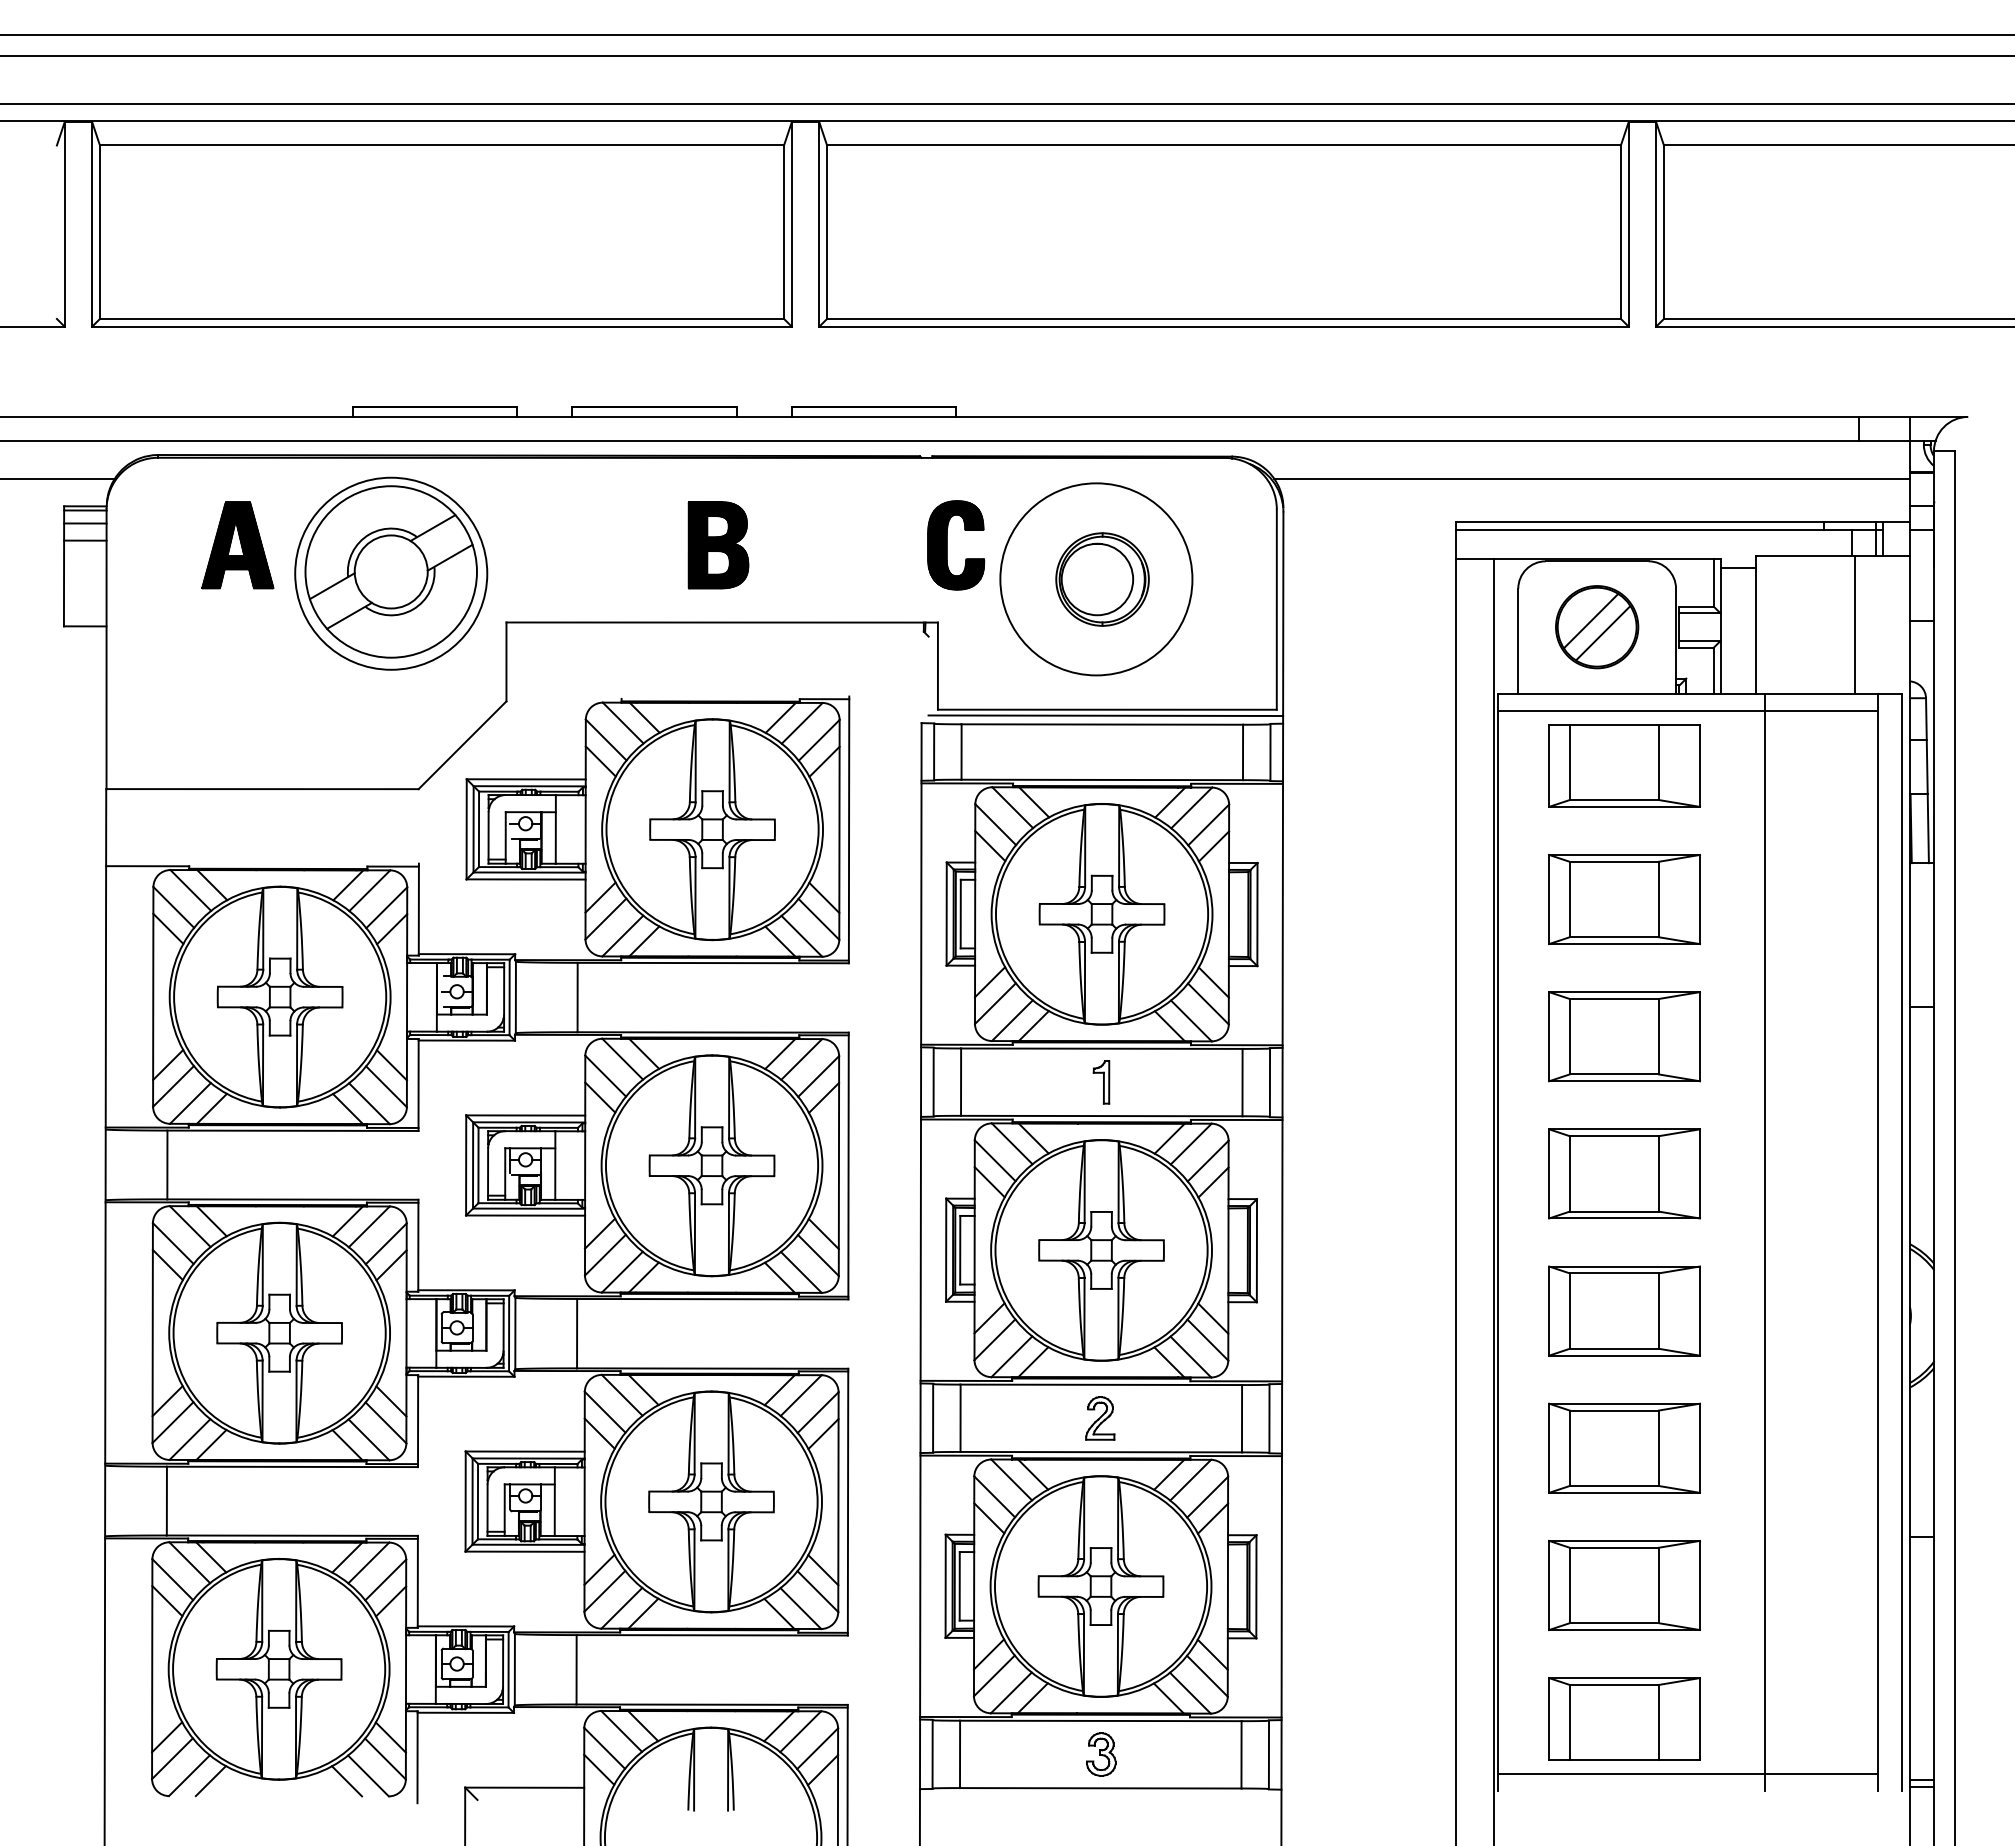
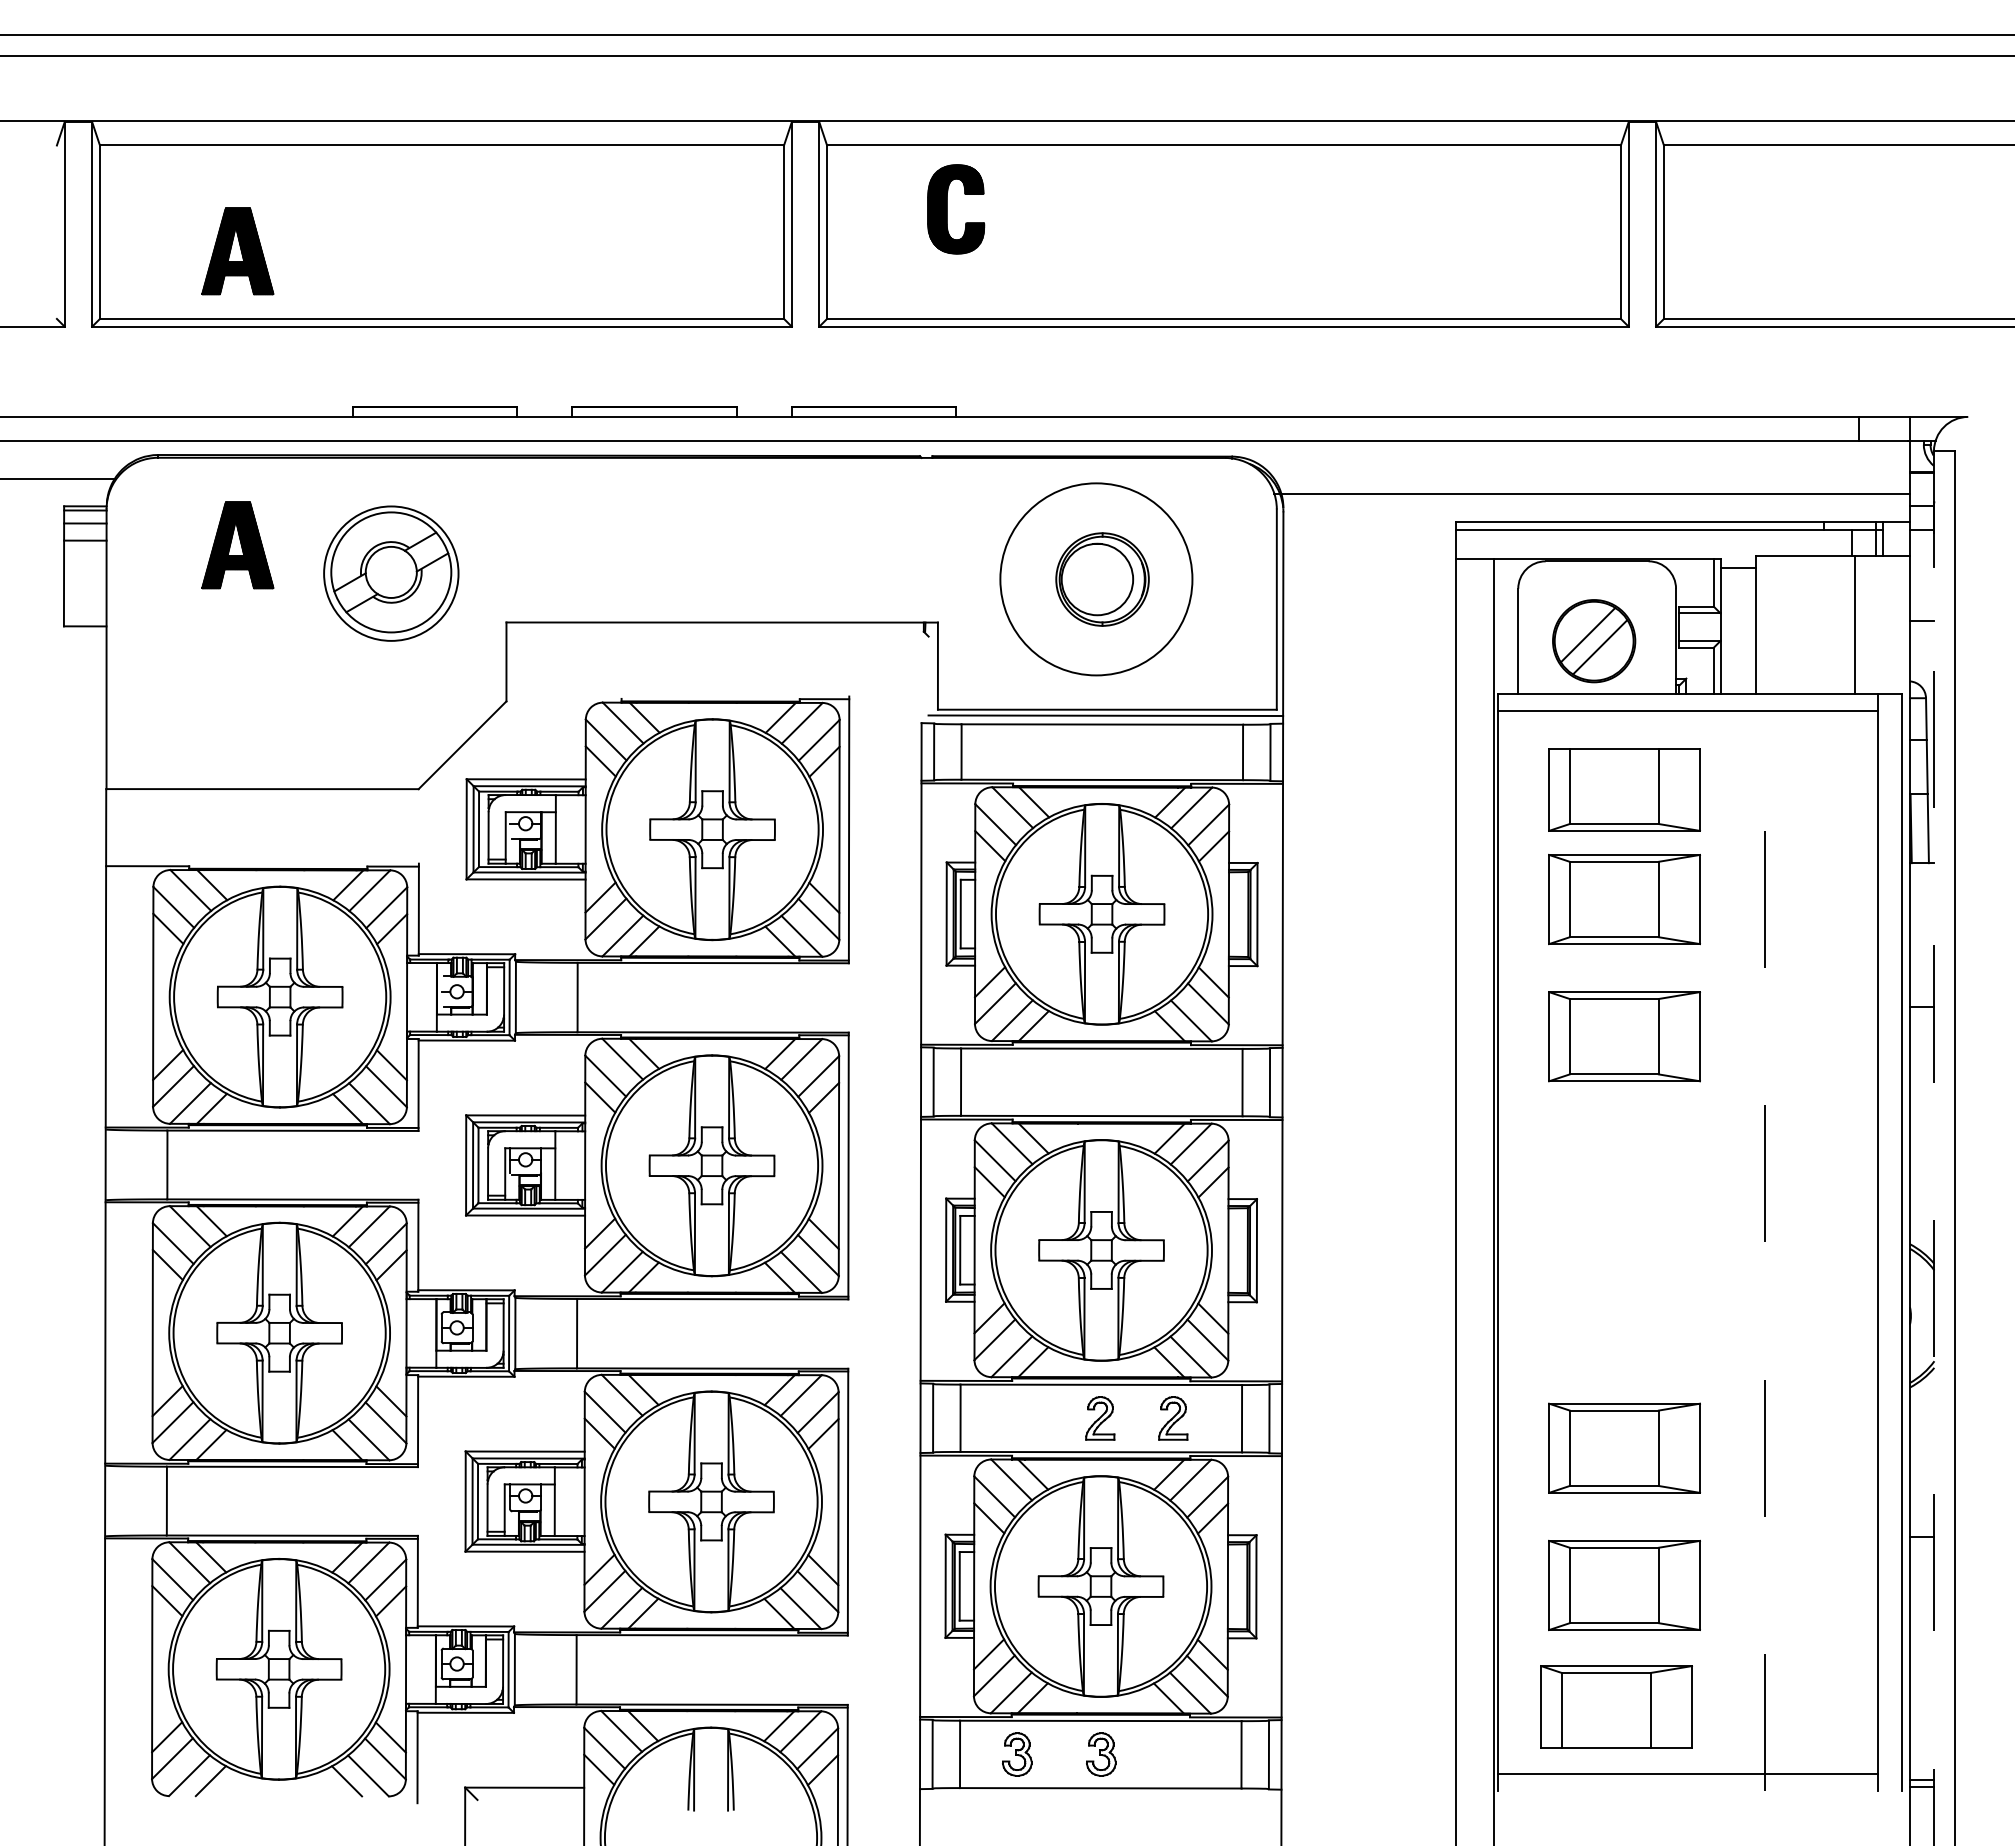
line at (1006, 103): present -> none
part at (237, 251): none -> present
line at (1591, 479) position: (1591, 479) -> (1591, 494)
part at (718, 545): present -> none
part at (947, 545) position: (947, 545) -> (947, 209)
part at (391, 573) size: 195x195 px -> 137x137 px
part at (1597, 627) position: (1597, 627) -> (1594, 641)
part at (1624, 765) position: (1624, 765) -> (1624, 789)
part at (1101, 1082): present -> none
part at (1624, 1173): present -> none
line at (1934, 1174): solid -> dashed
line at (1765, 1242): solid -> dashed
part at (1624, 1310): present -> none
part at (1173, 1418): none -> present
part at (1624, 1718) position: (1624, 1718) -> (1616, 1706)
part at (1017, 1754): none -> present
